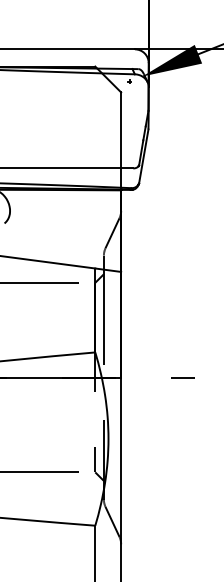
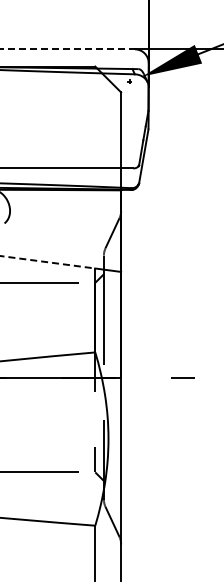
line at (68, 49): solid -> dashed
line at (47, 262): solid -> dashed
